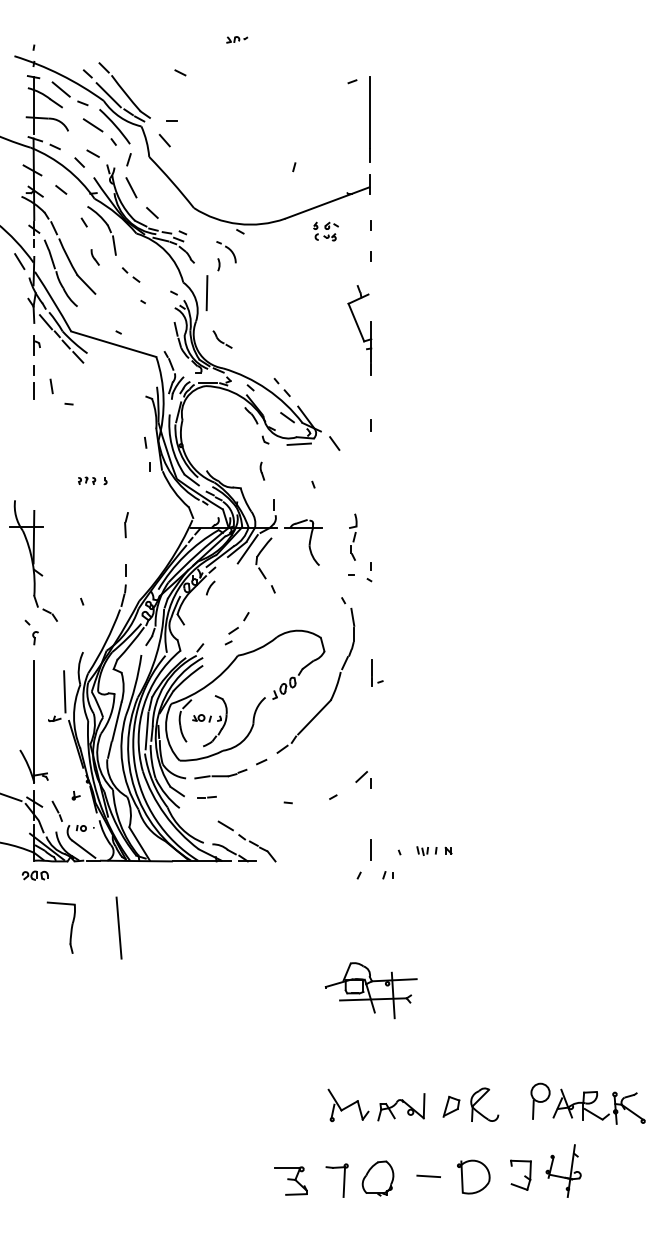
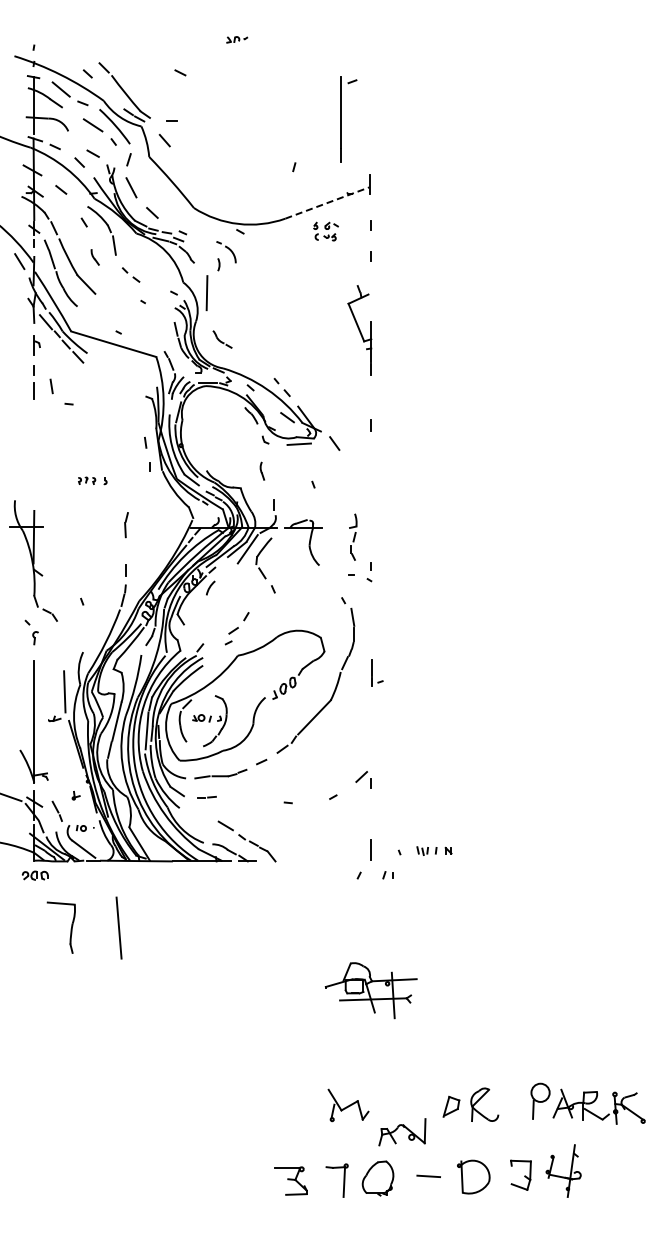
line at (108, 95): present -> none
line at (369, 119) position: (369, 119) -> (340, 119)
line at (327, 203): solid -> dashed
part at (401, 1107) position: (401, 1107) -> (402, 1132)
